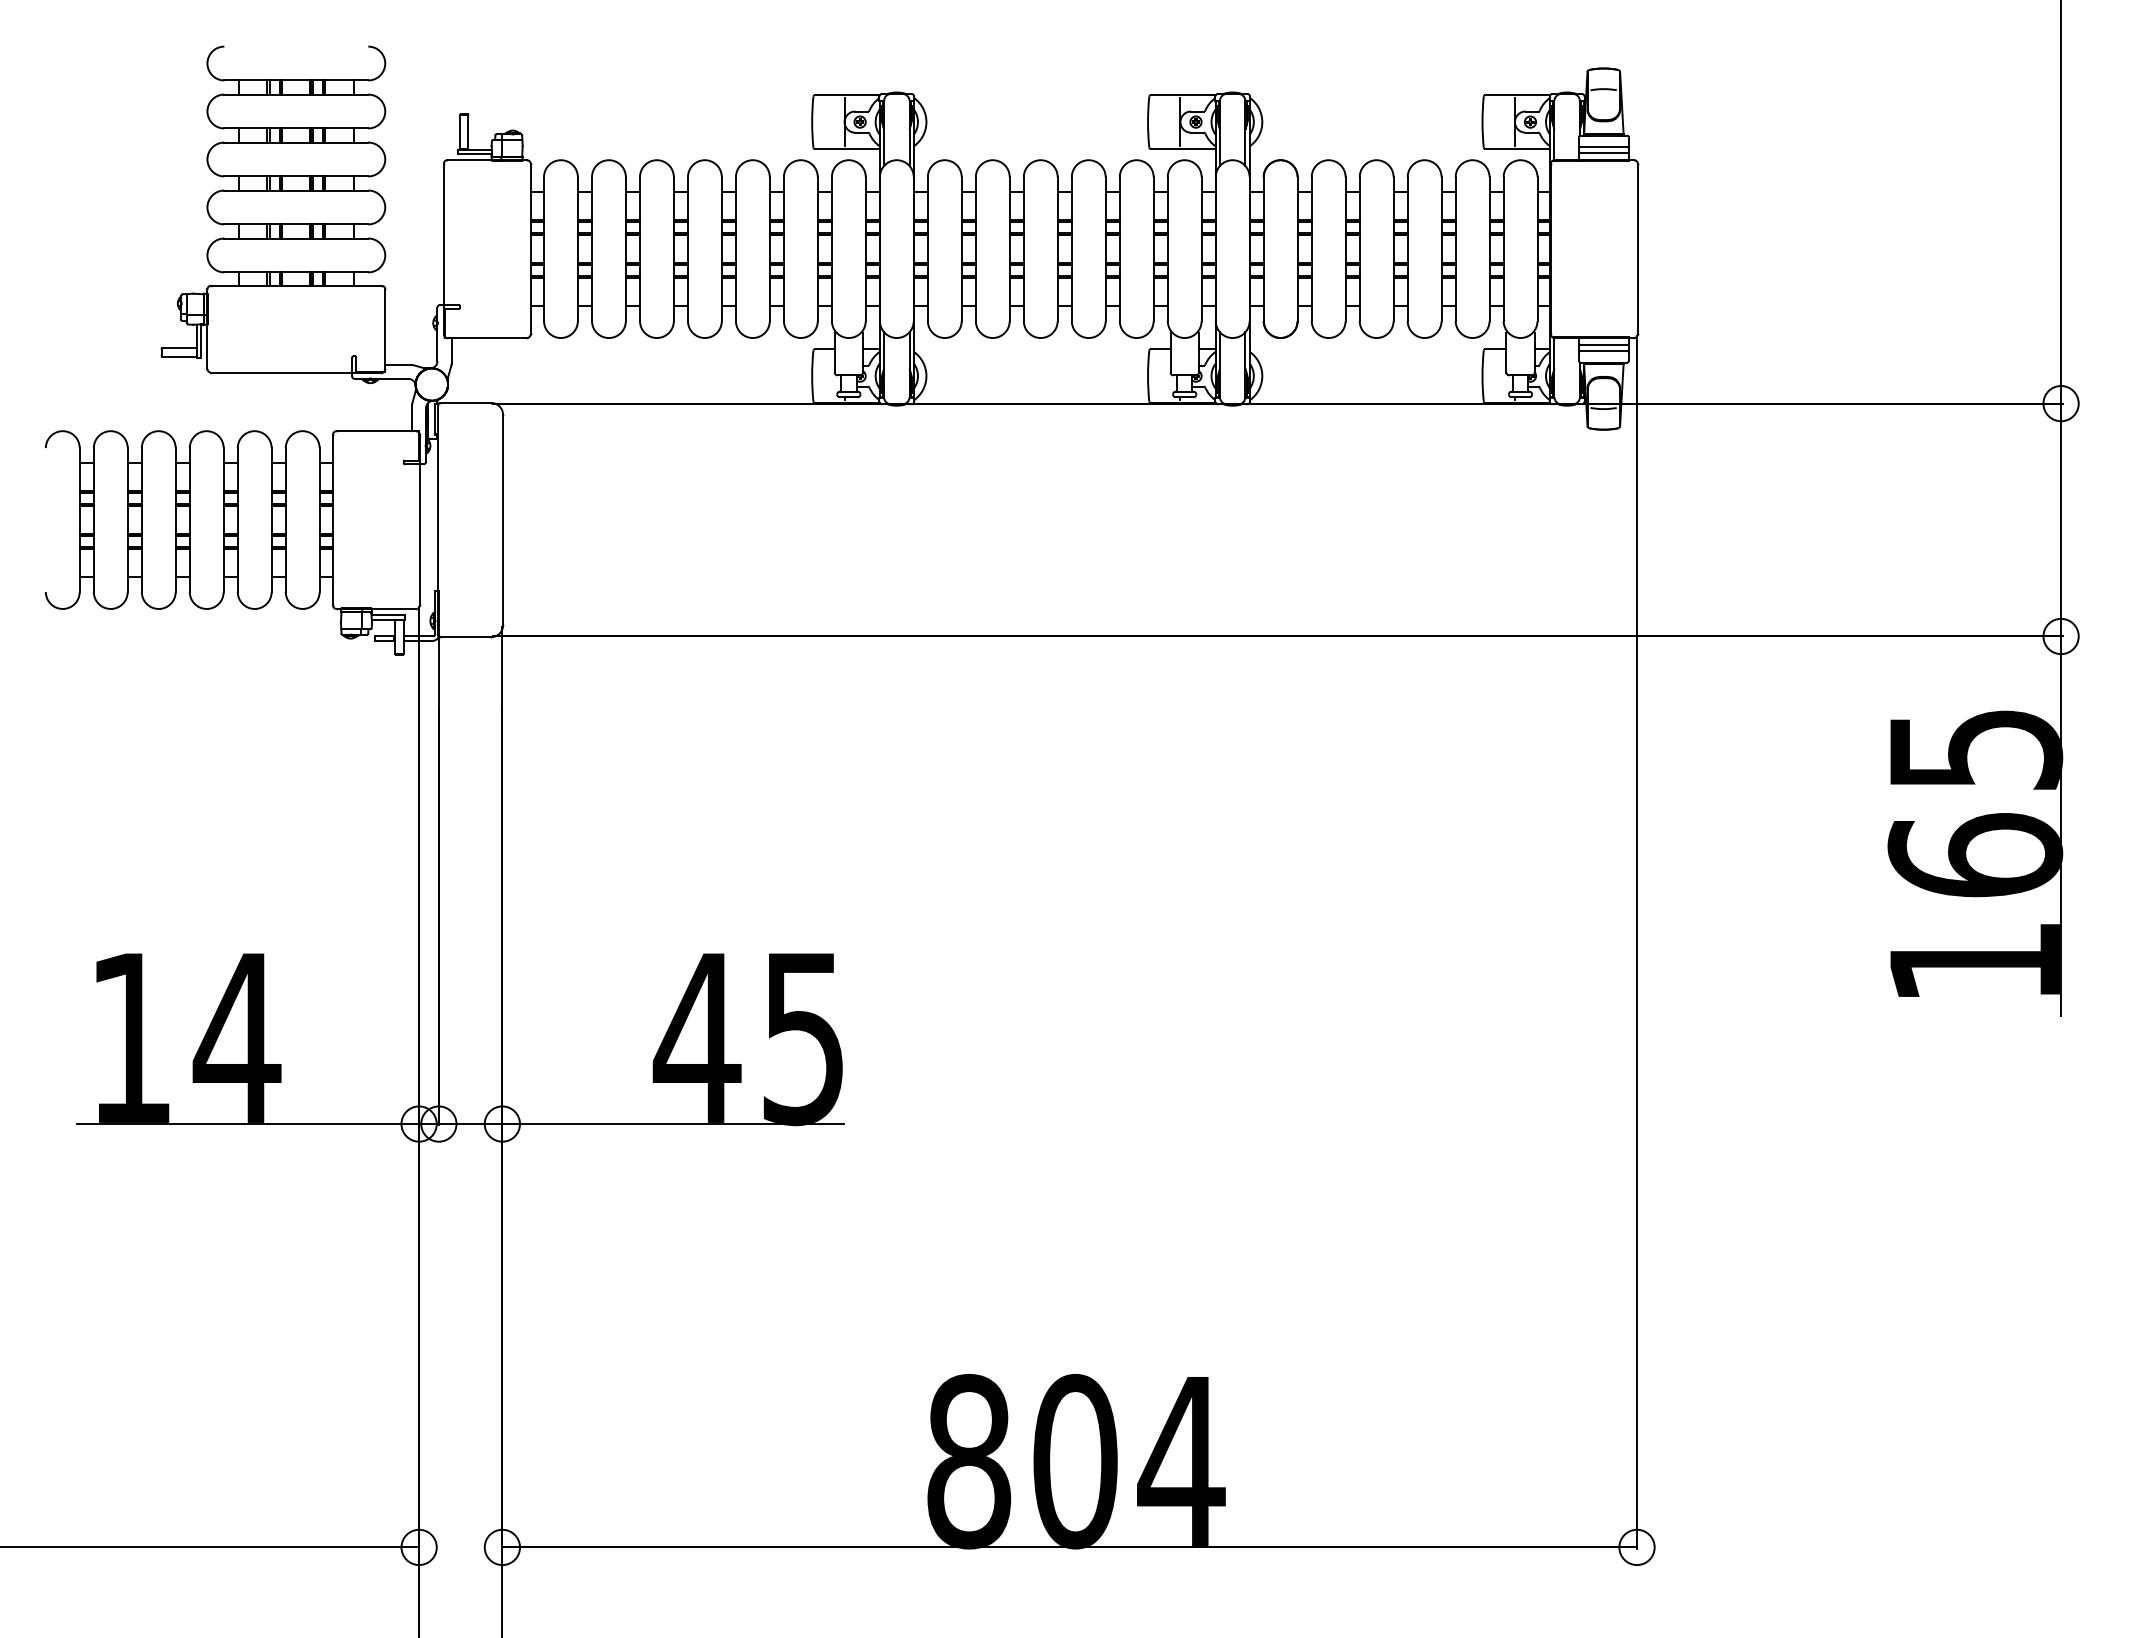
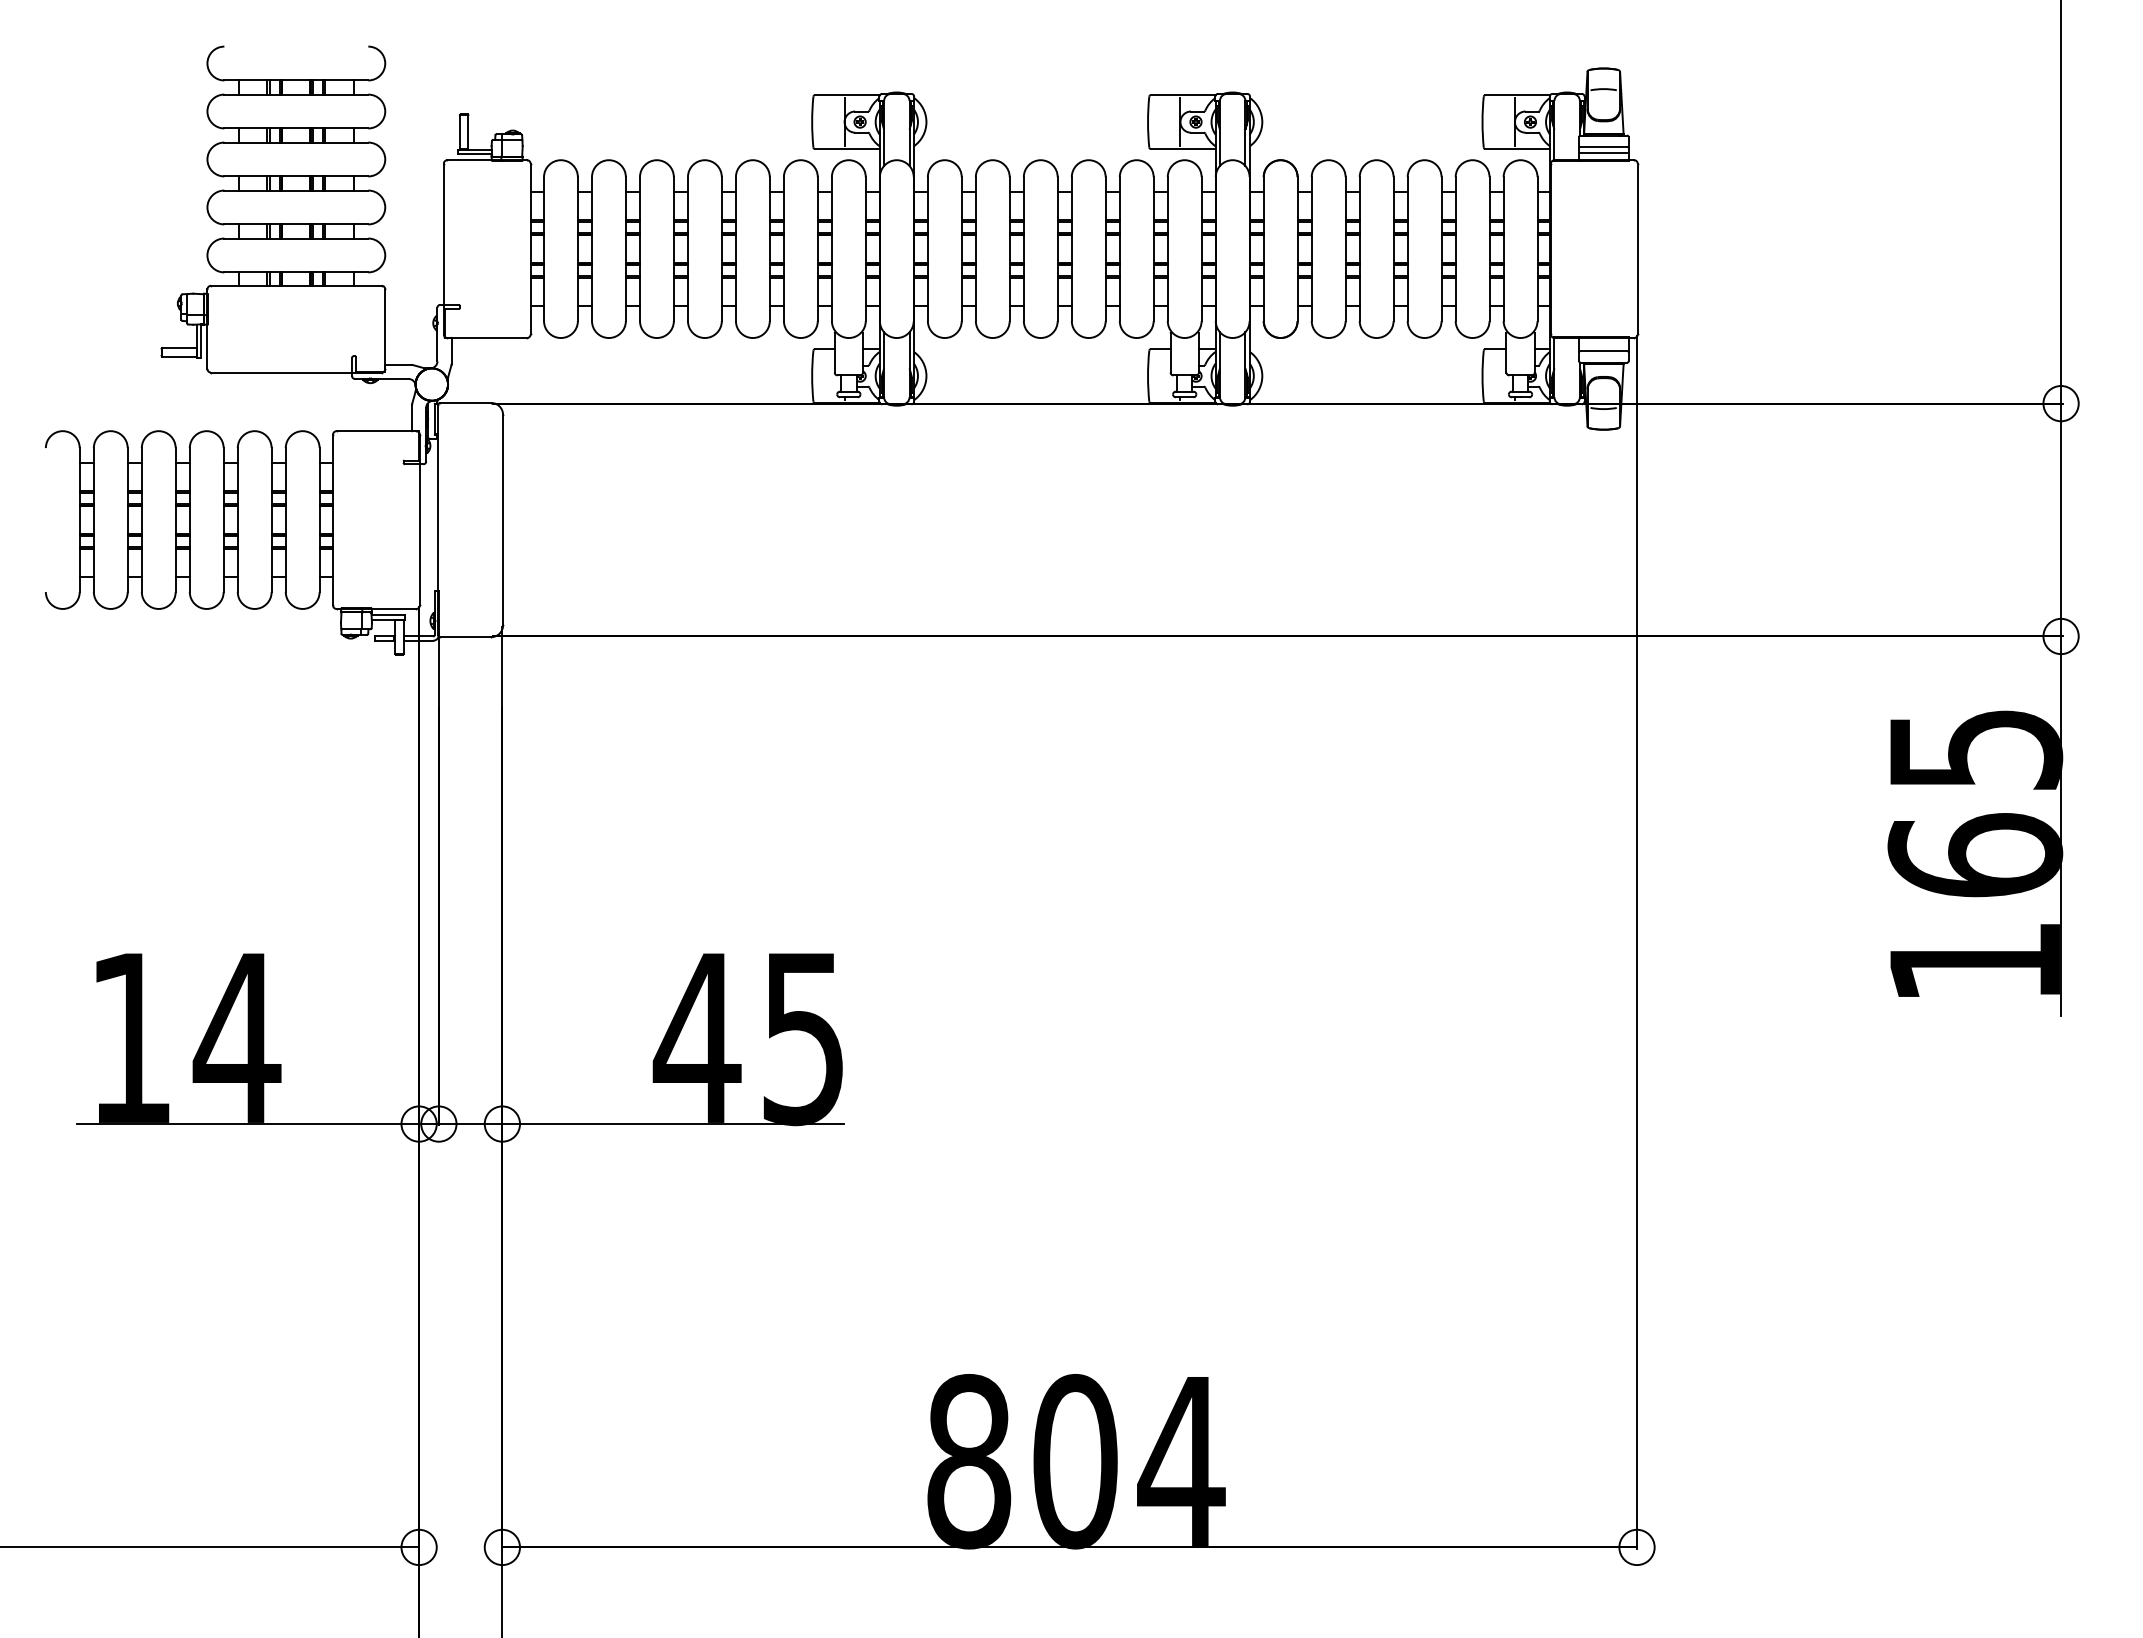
line at (1603, 345): present -> none
